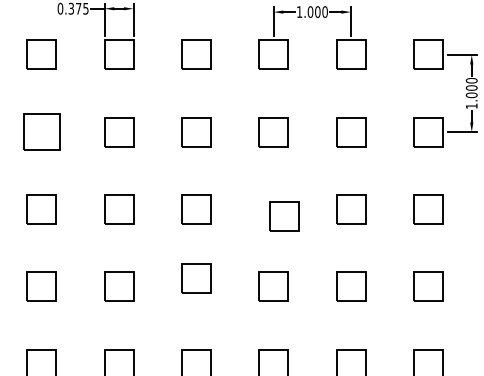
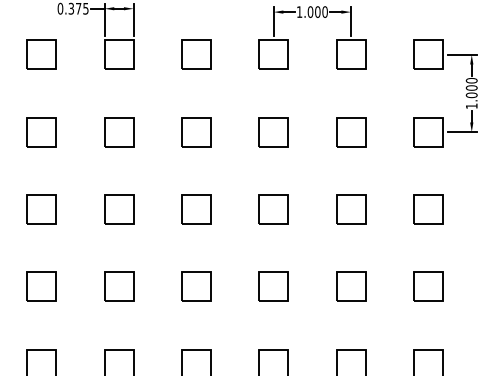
part at (41, 131) size: 38x38 px -> 31x31 px
part at (284, 216) position: (284, 216) -> (273, 209)
part at (196, 278) position: (196, 278) -> (196, 286)
